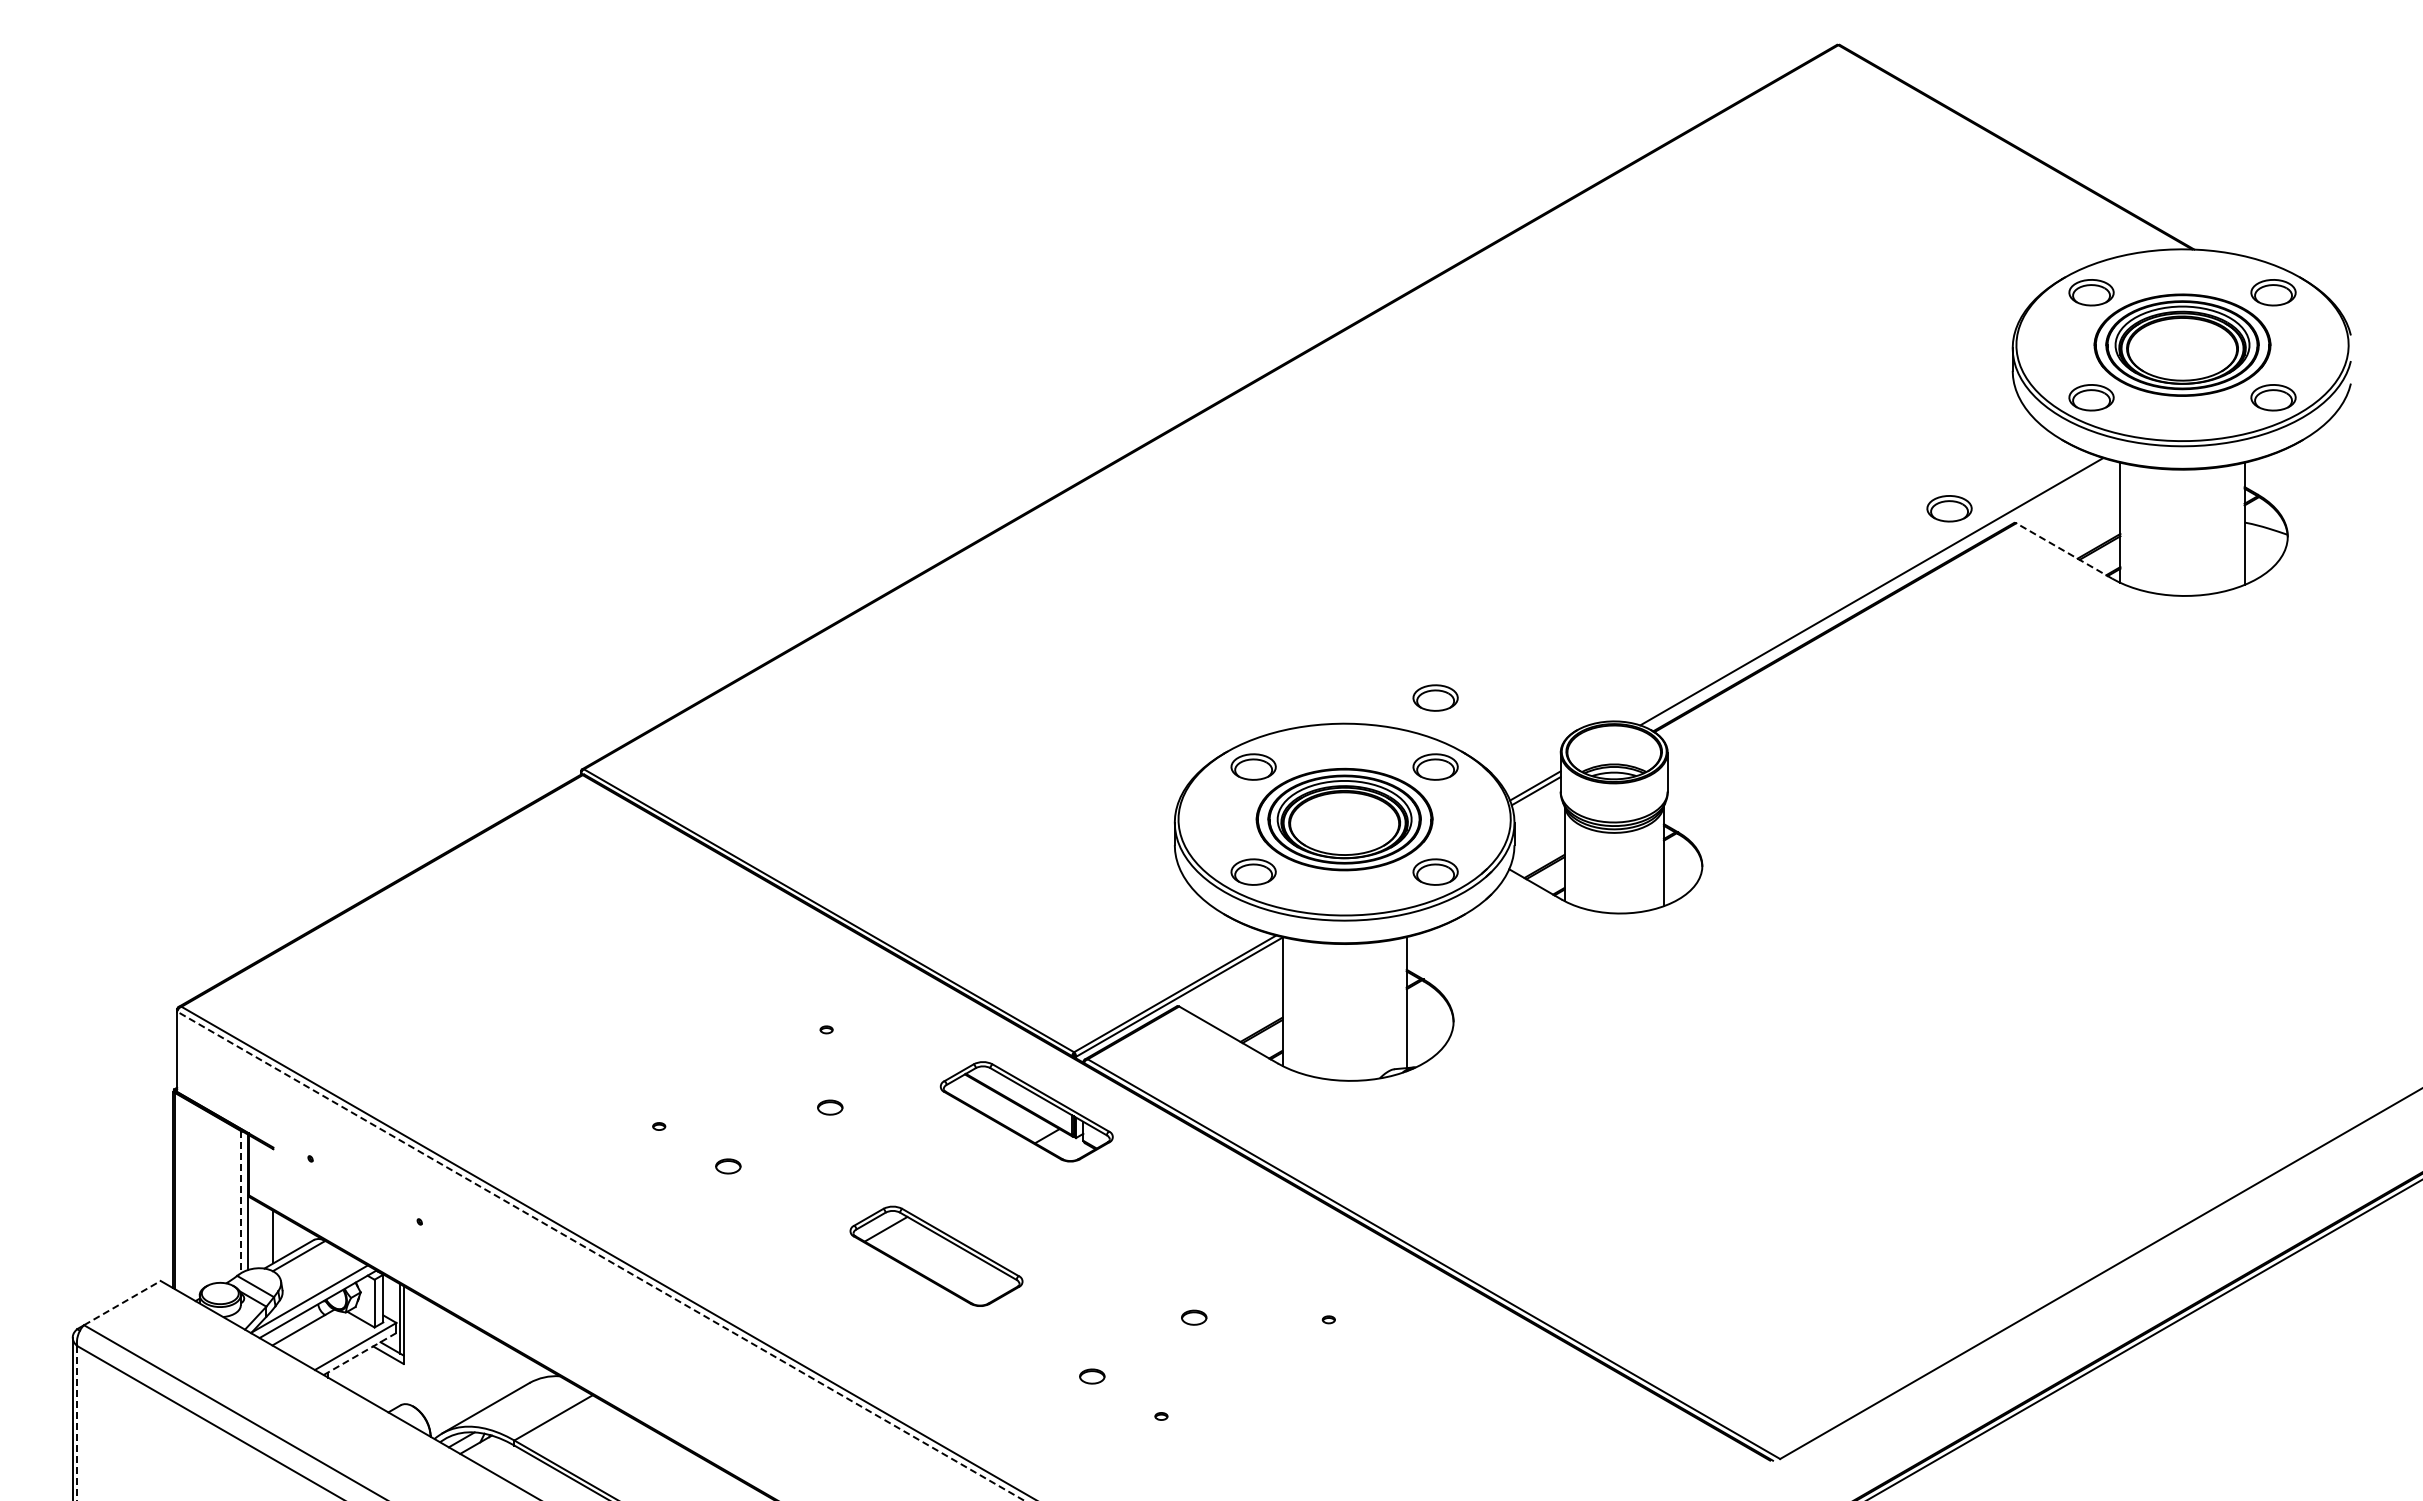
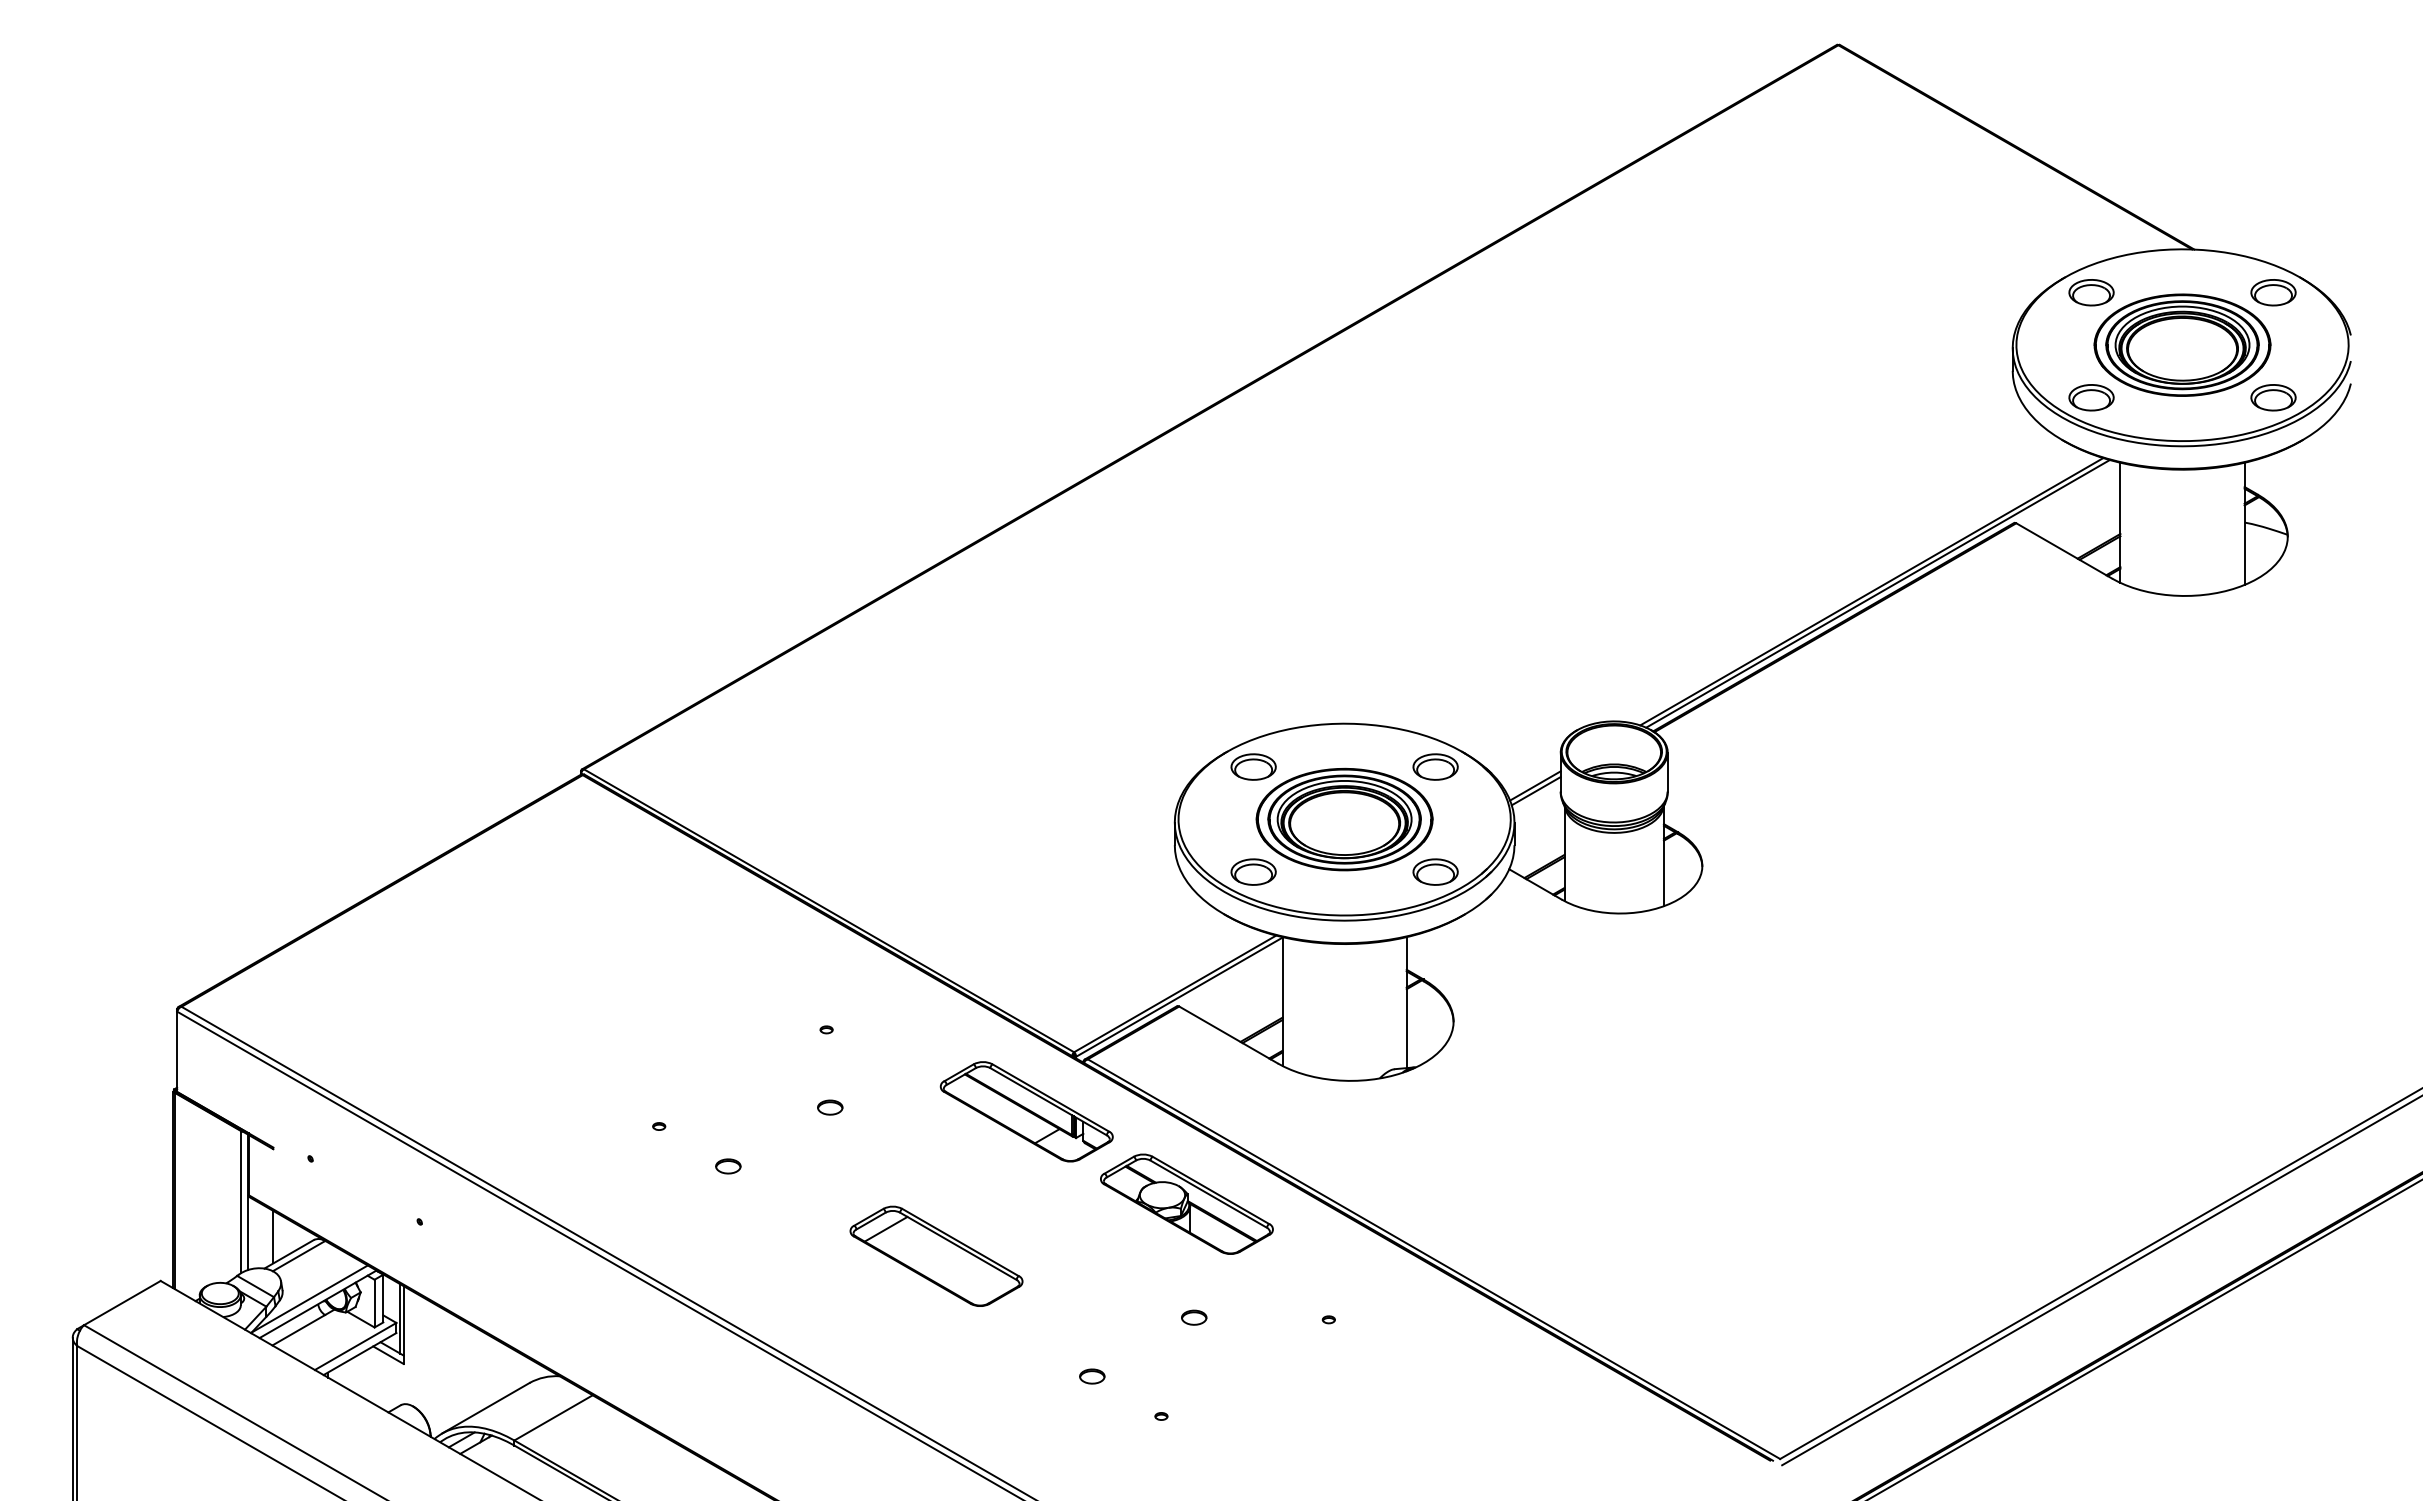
part at (1949, 508): present -> none
line at (2063, 550): dashed -> solid
line at (1877, 593): none -> present
part at (1435, 697): present -> none
line at (241, 1202): dashed -> solid
part at (1186, 1203): none -> present
line at (600, 1256): dashed -> solid
line at (2100, 1281): none -> present
line at (122, 1302): dashed -> solid
line at (359, 1354): dashed -> solid
line at (77, 1423): dashed -> solid
